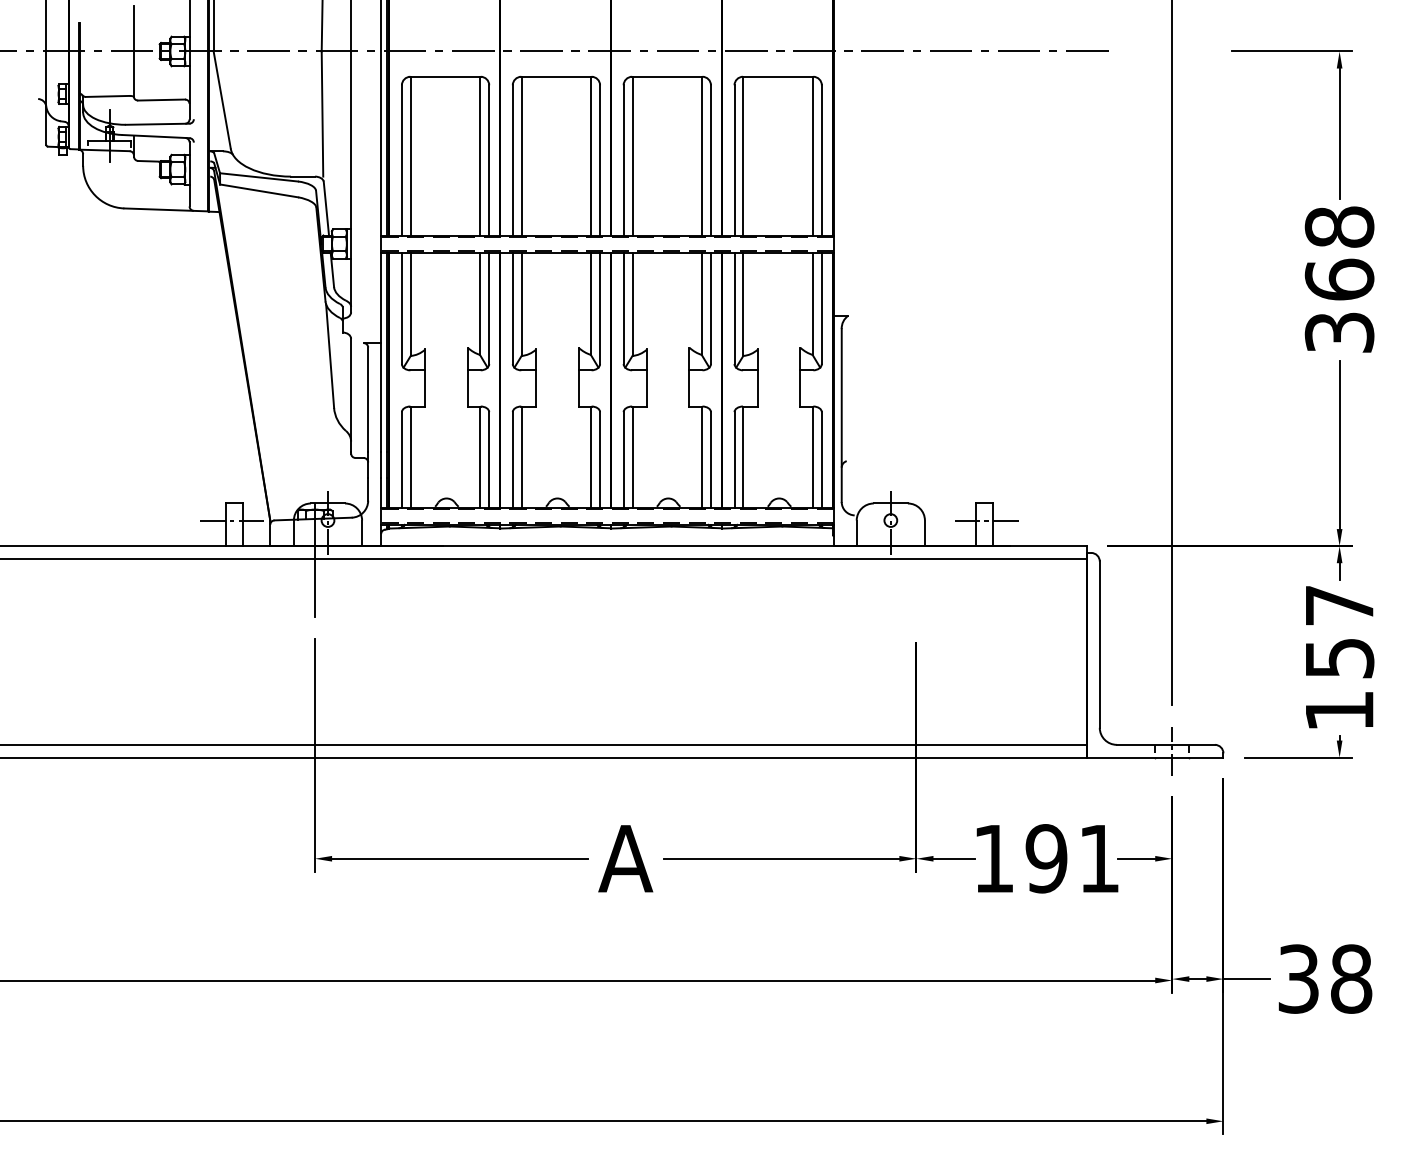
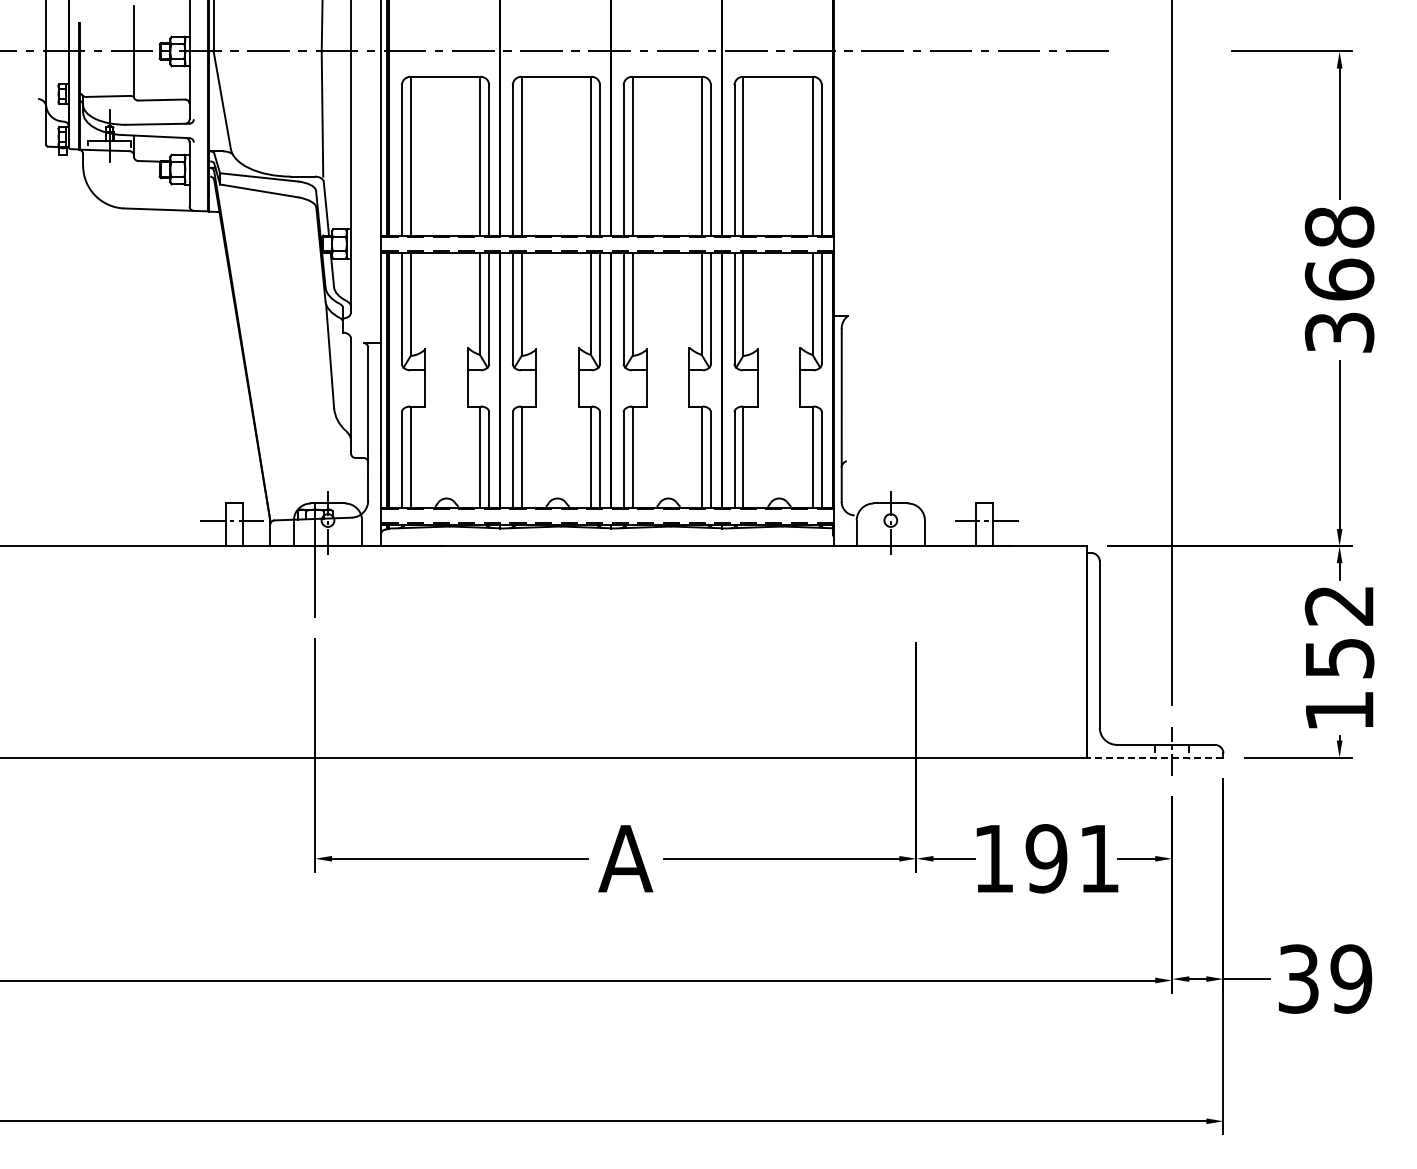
line at (544, 558): present -> none
text at (1338, 605): 157 -> 152
line at (544, 745): present -> none
line at (1154, 757): solid -> dashed
text at (1351, 978): 38 -> 39
